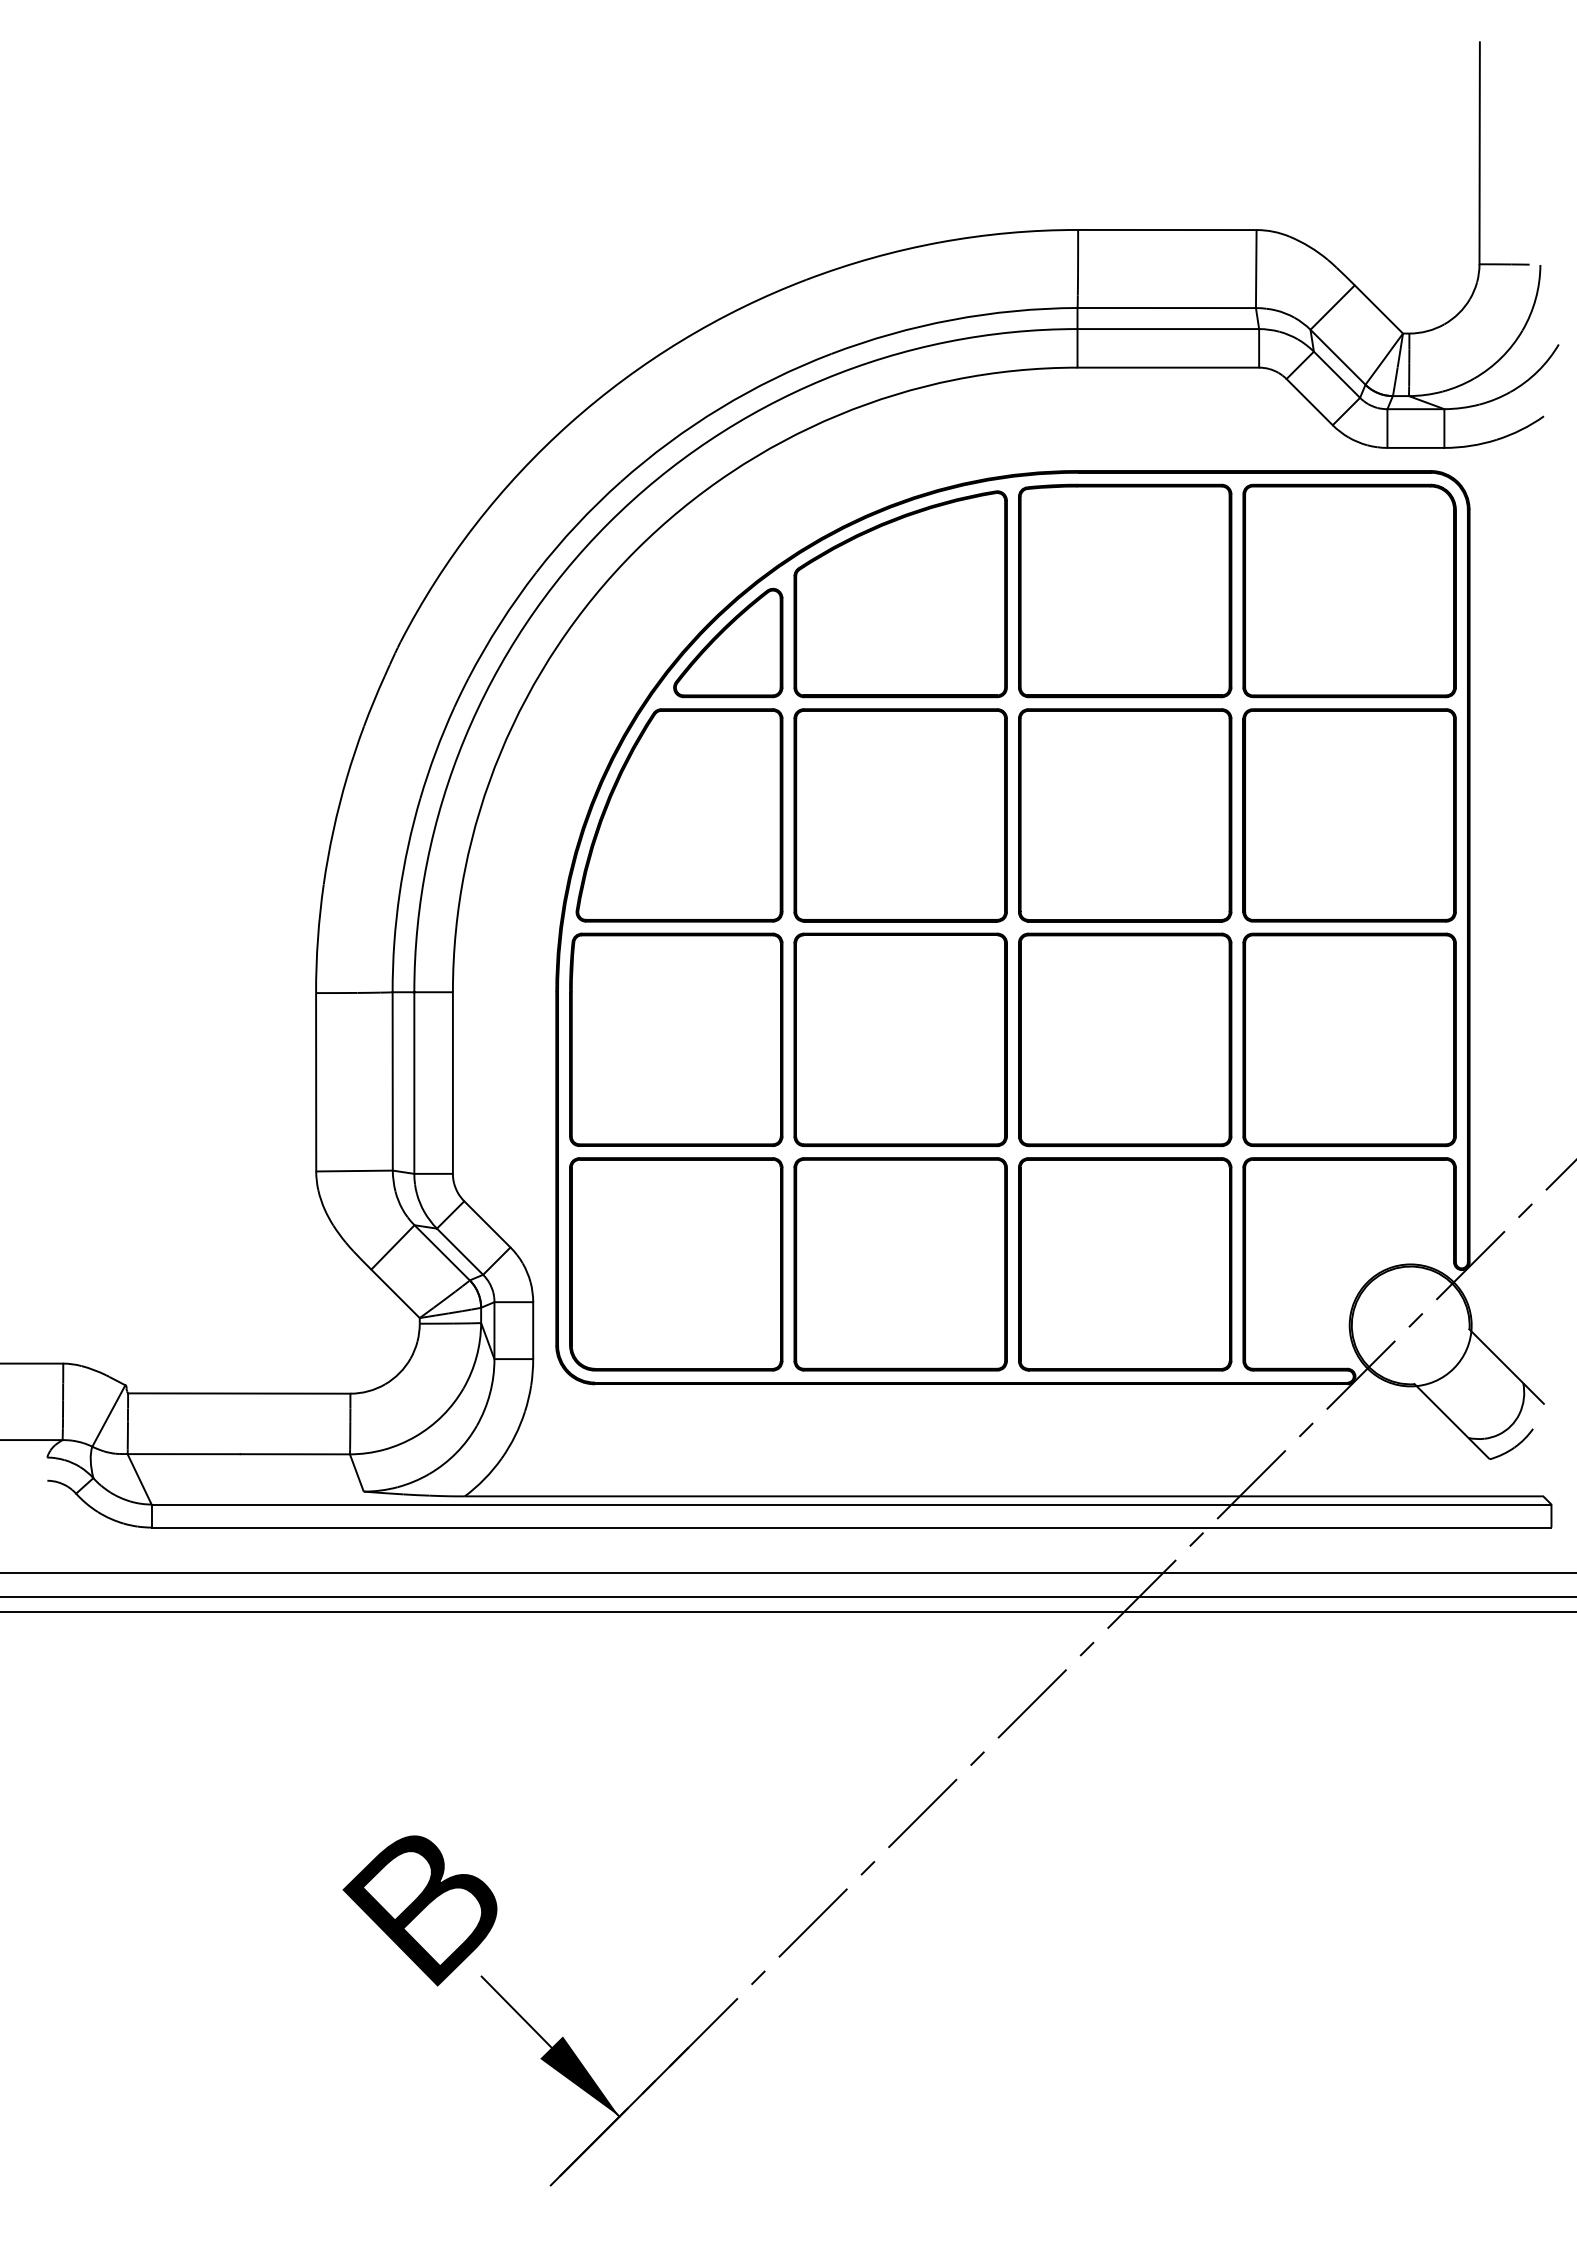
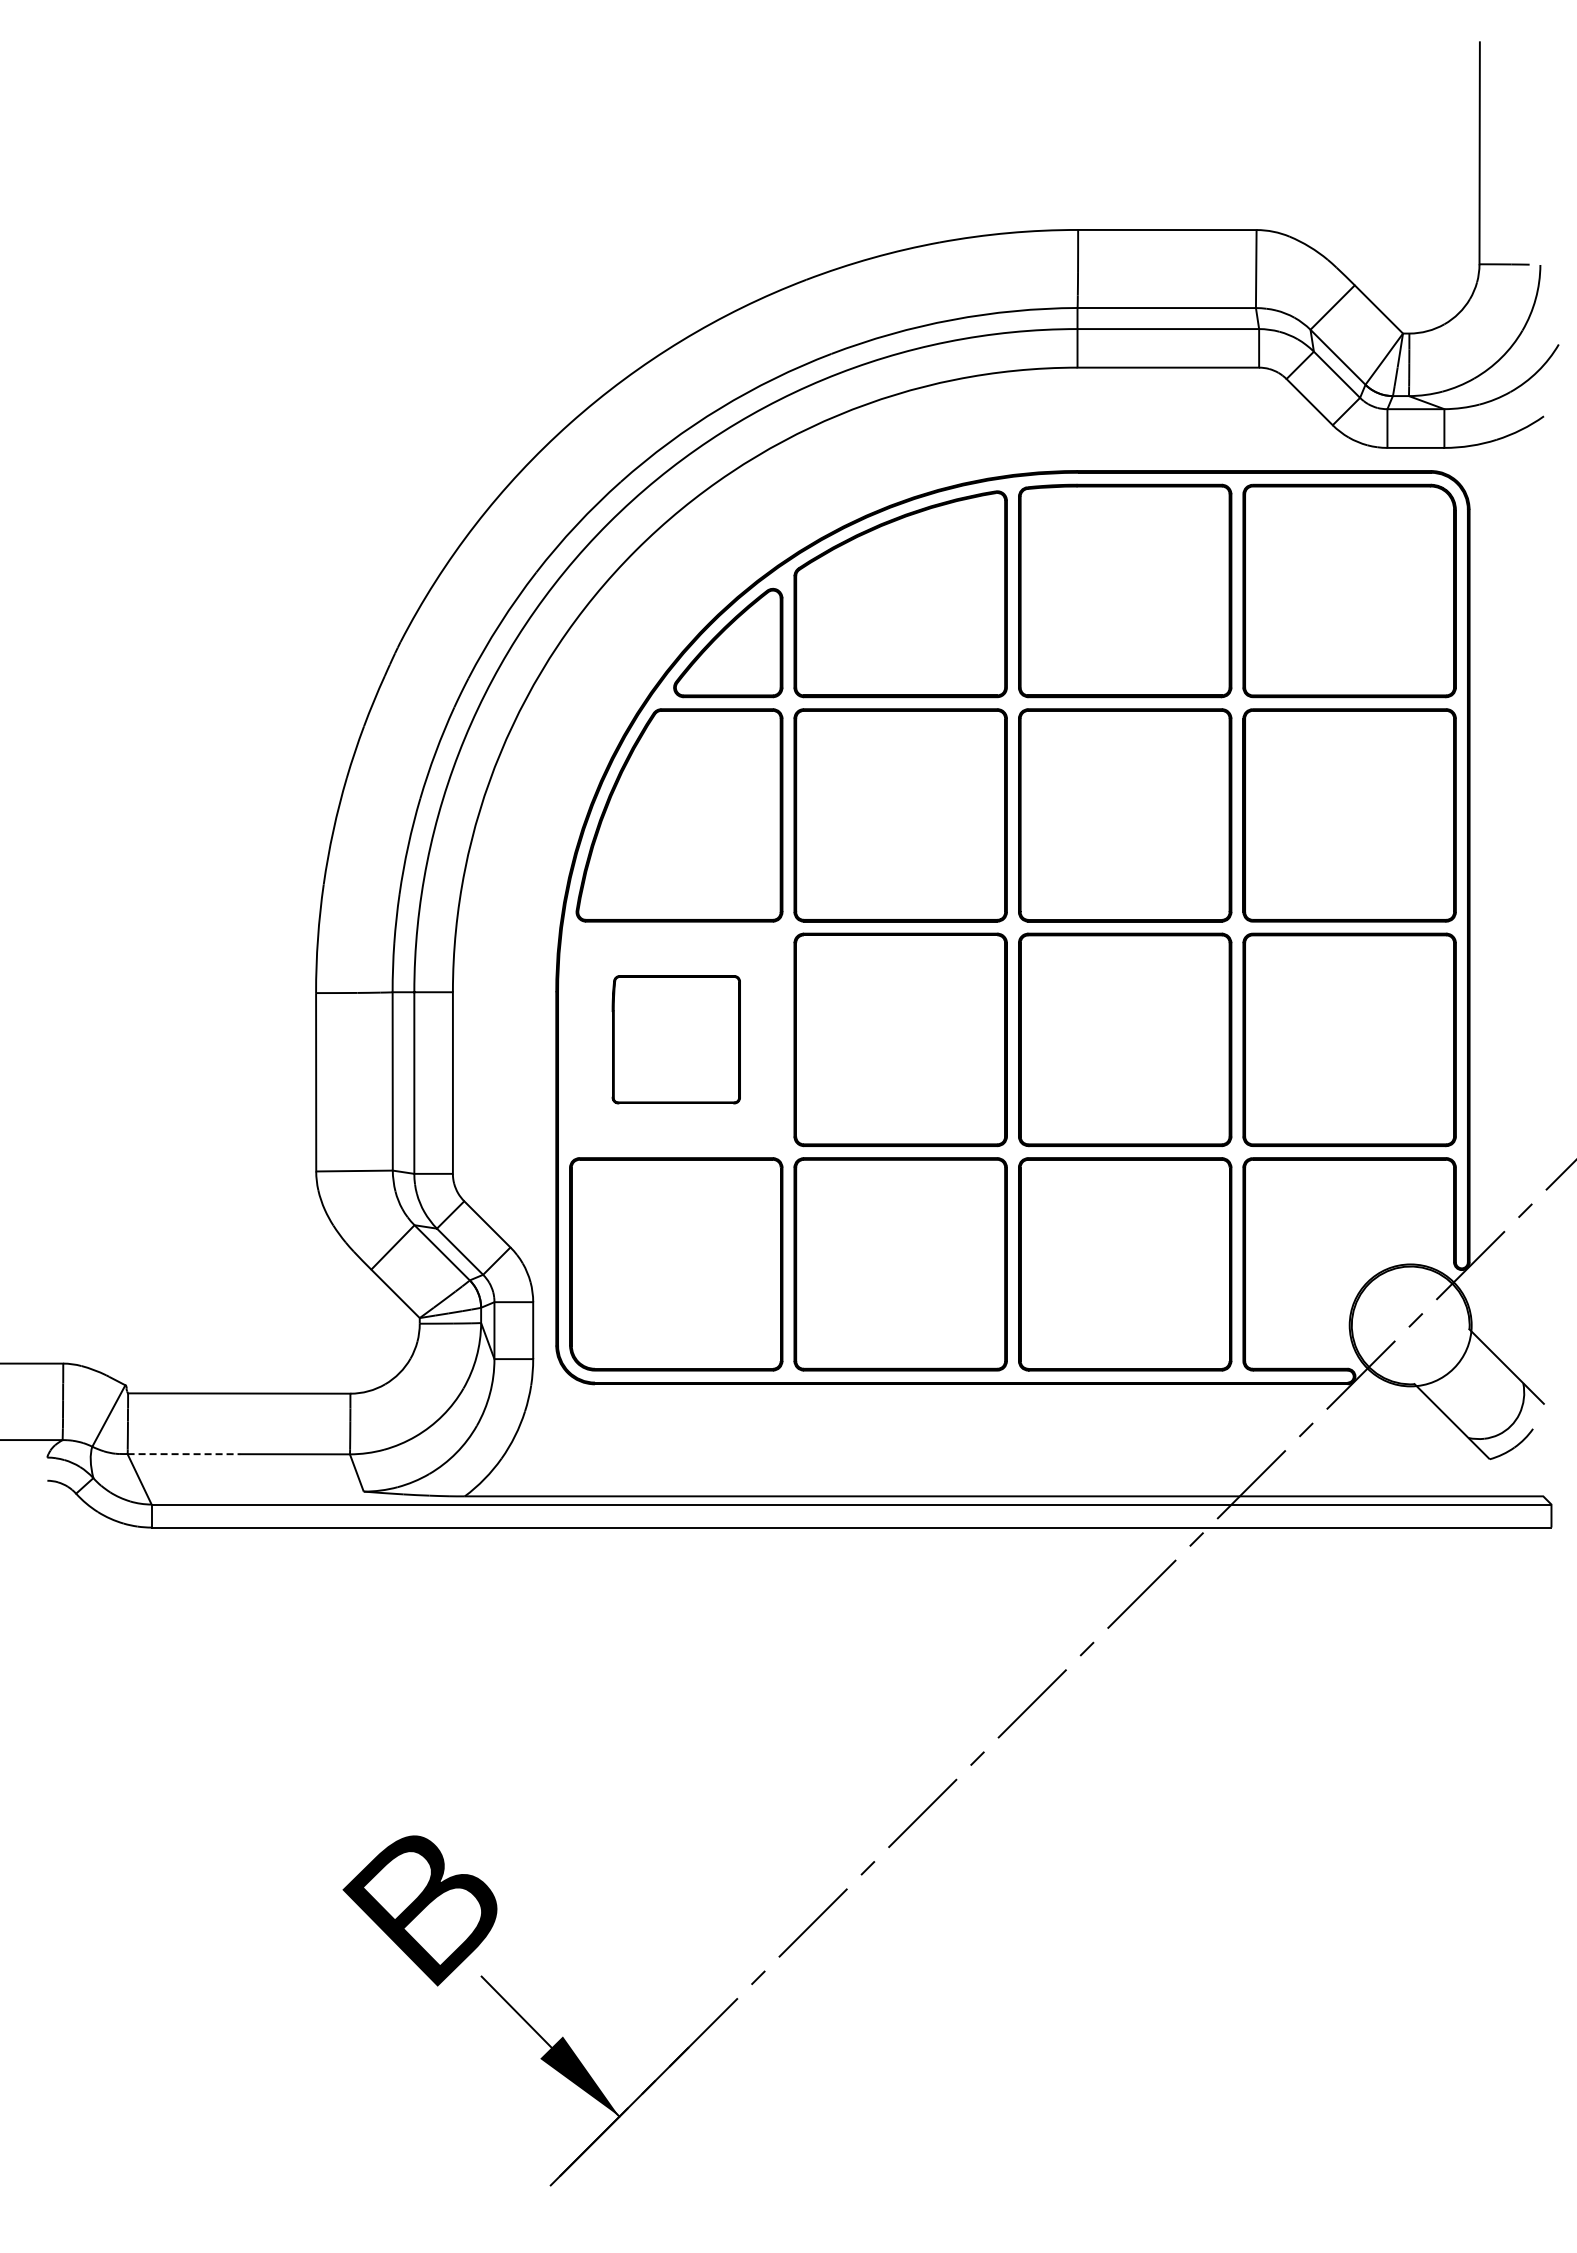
part at (676, 1039) size: 215x215 px -> 130x130 px
line at (184, 1454): solid -> dashed
line at (787, 1573): present -> none
line at (787, 1596): present -> none
line at (787, 1612): present -> none
